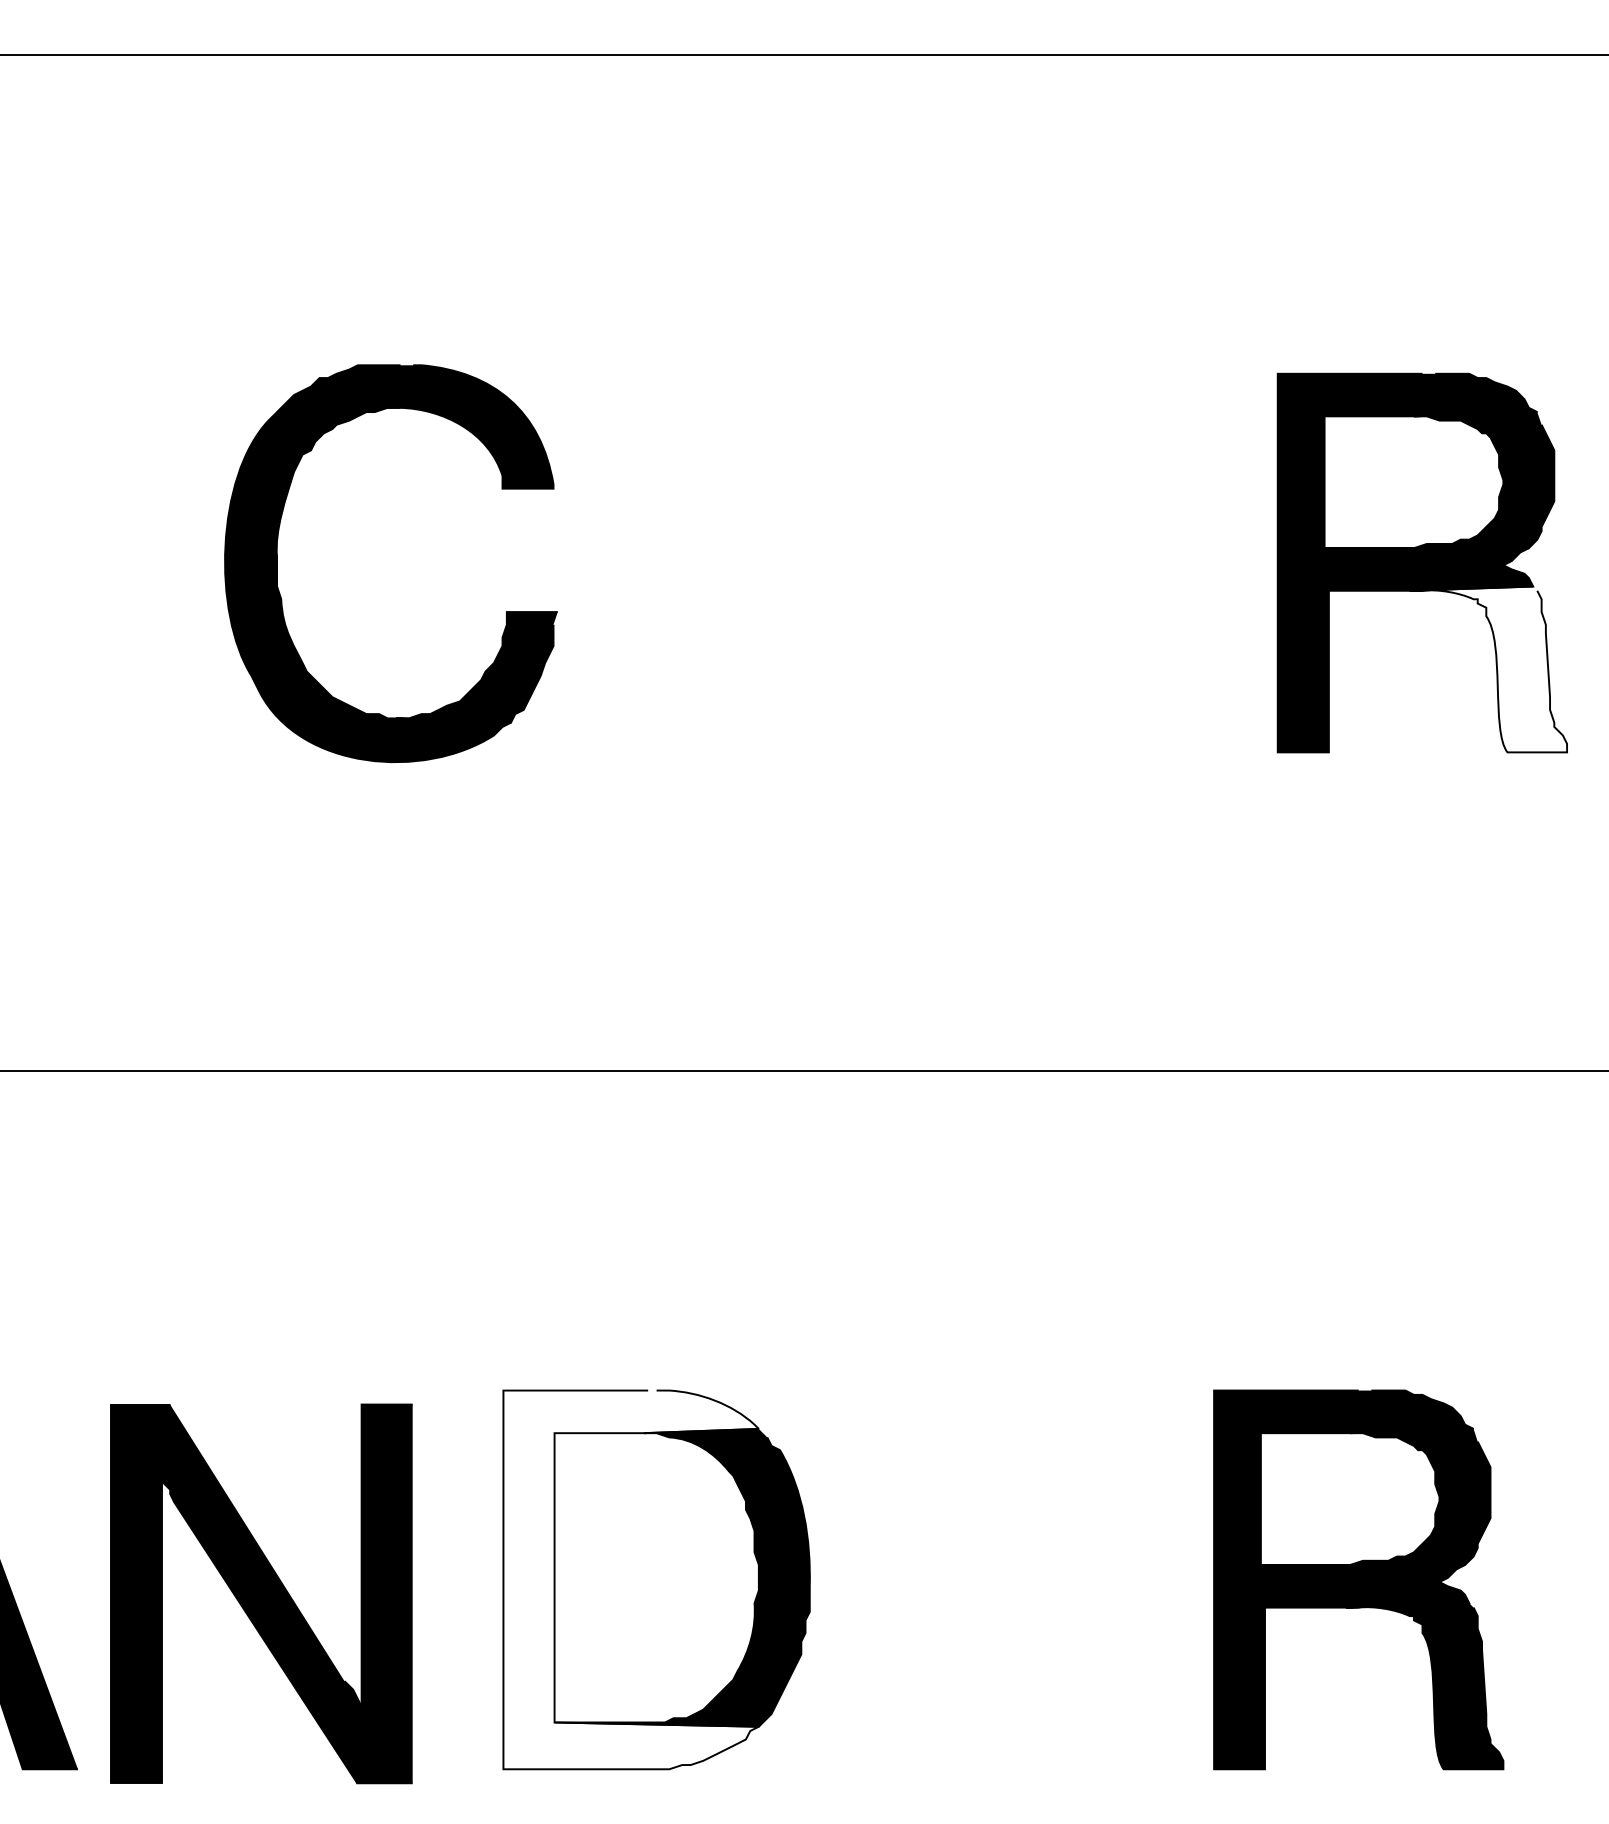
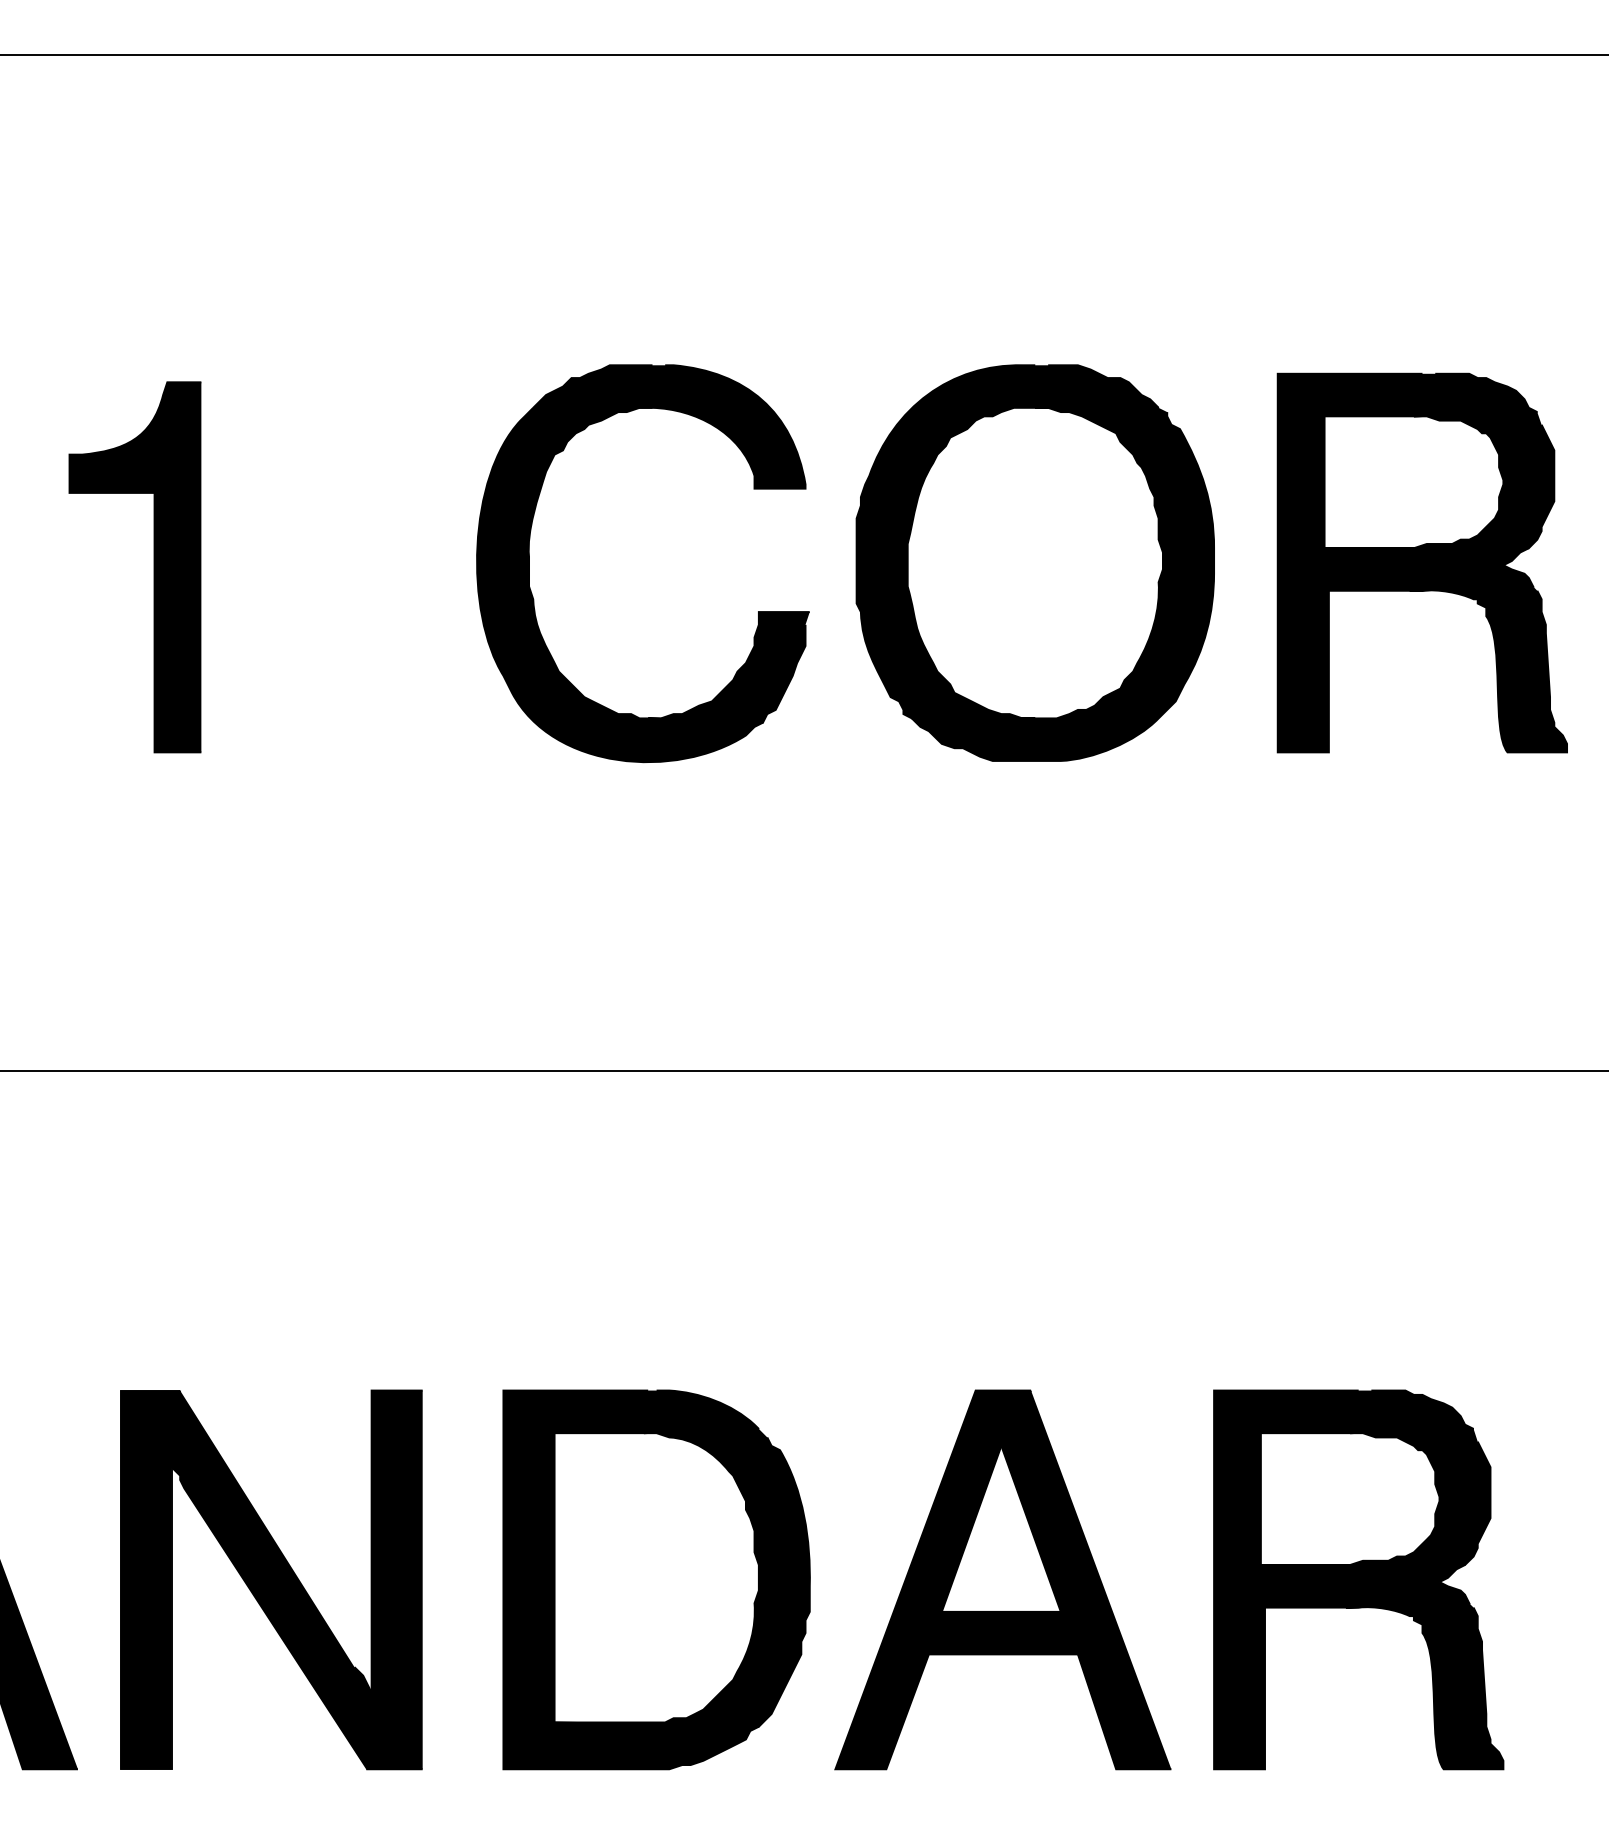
part at (1034, 562): none -> present
part at (277, 563) position: (277, 563) -> (529, 563)
part at (153, 567): none -> present
fill at (1488, 669): none -> present
fill at (630, 1579): none -> present
part at (1002, 1579): none -> present
part at (261, 1593) position: (261, 1593) -> (271, 1579)
